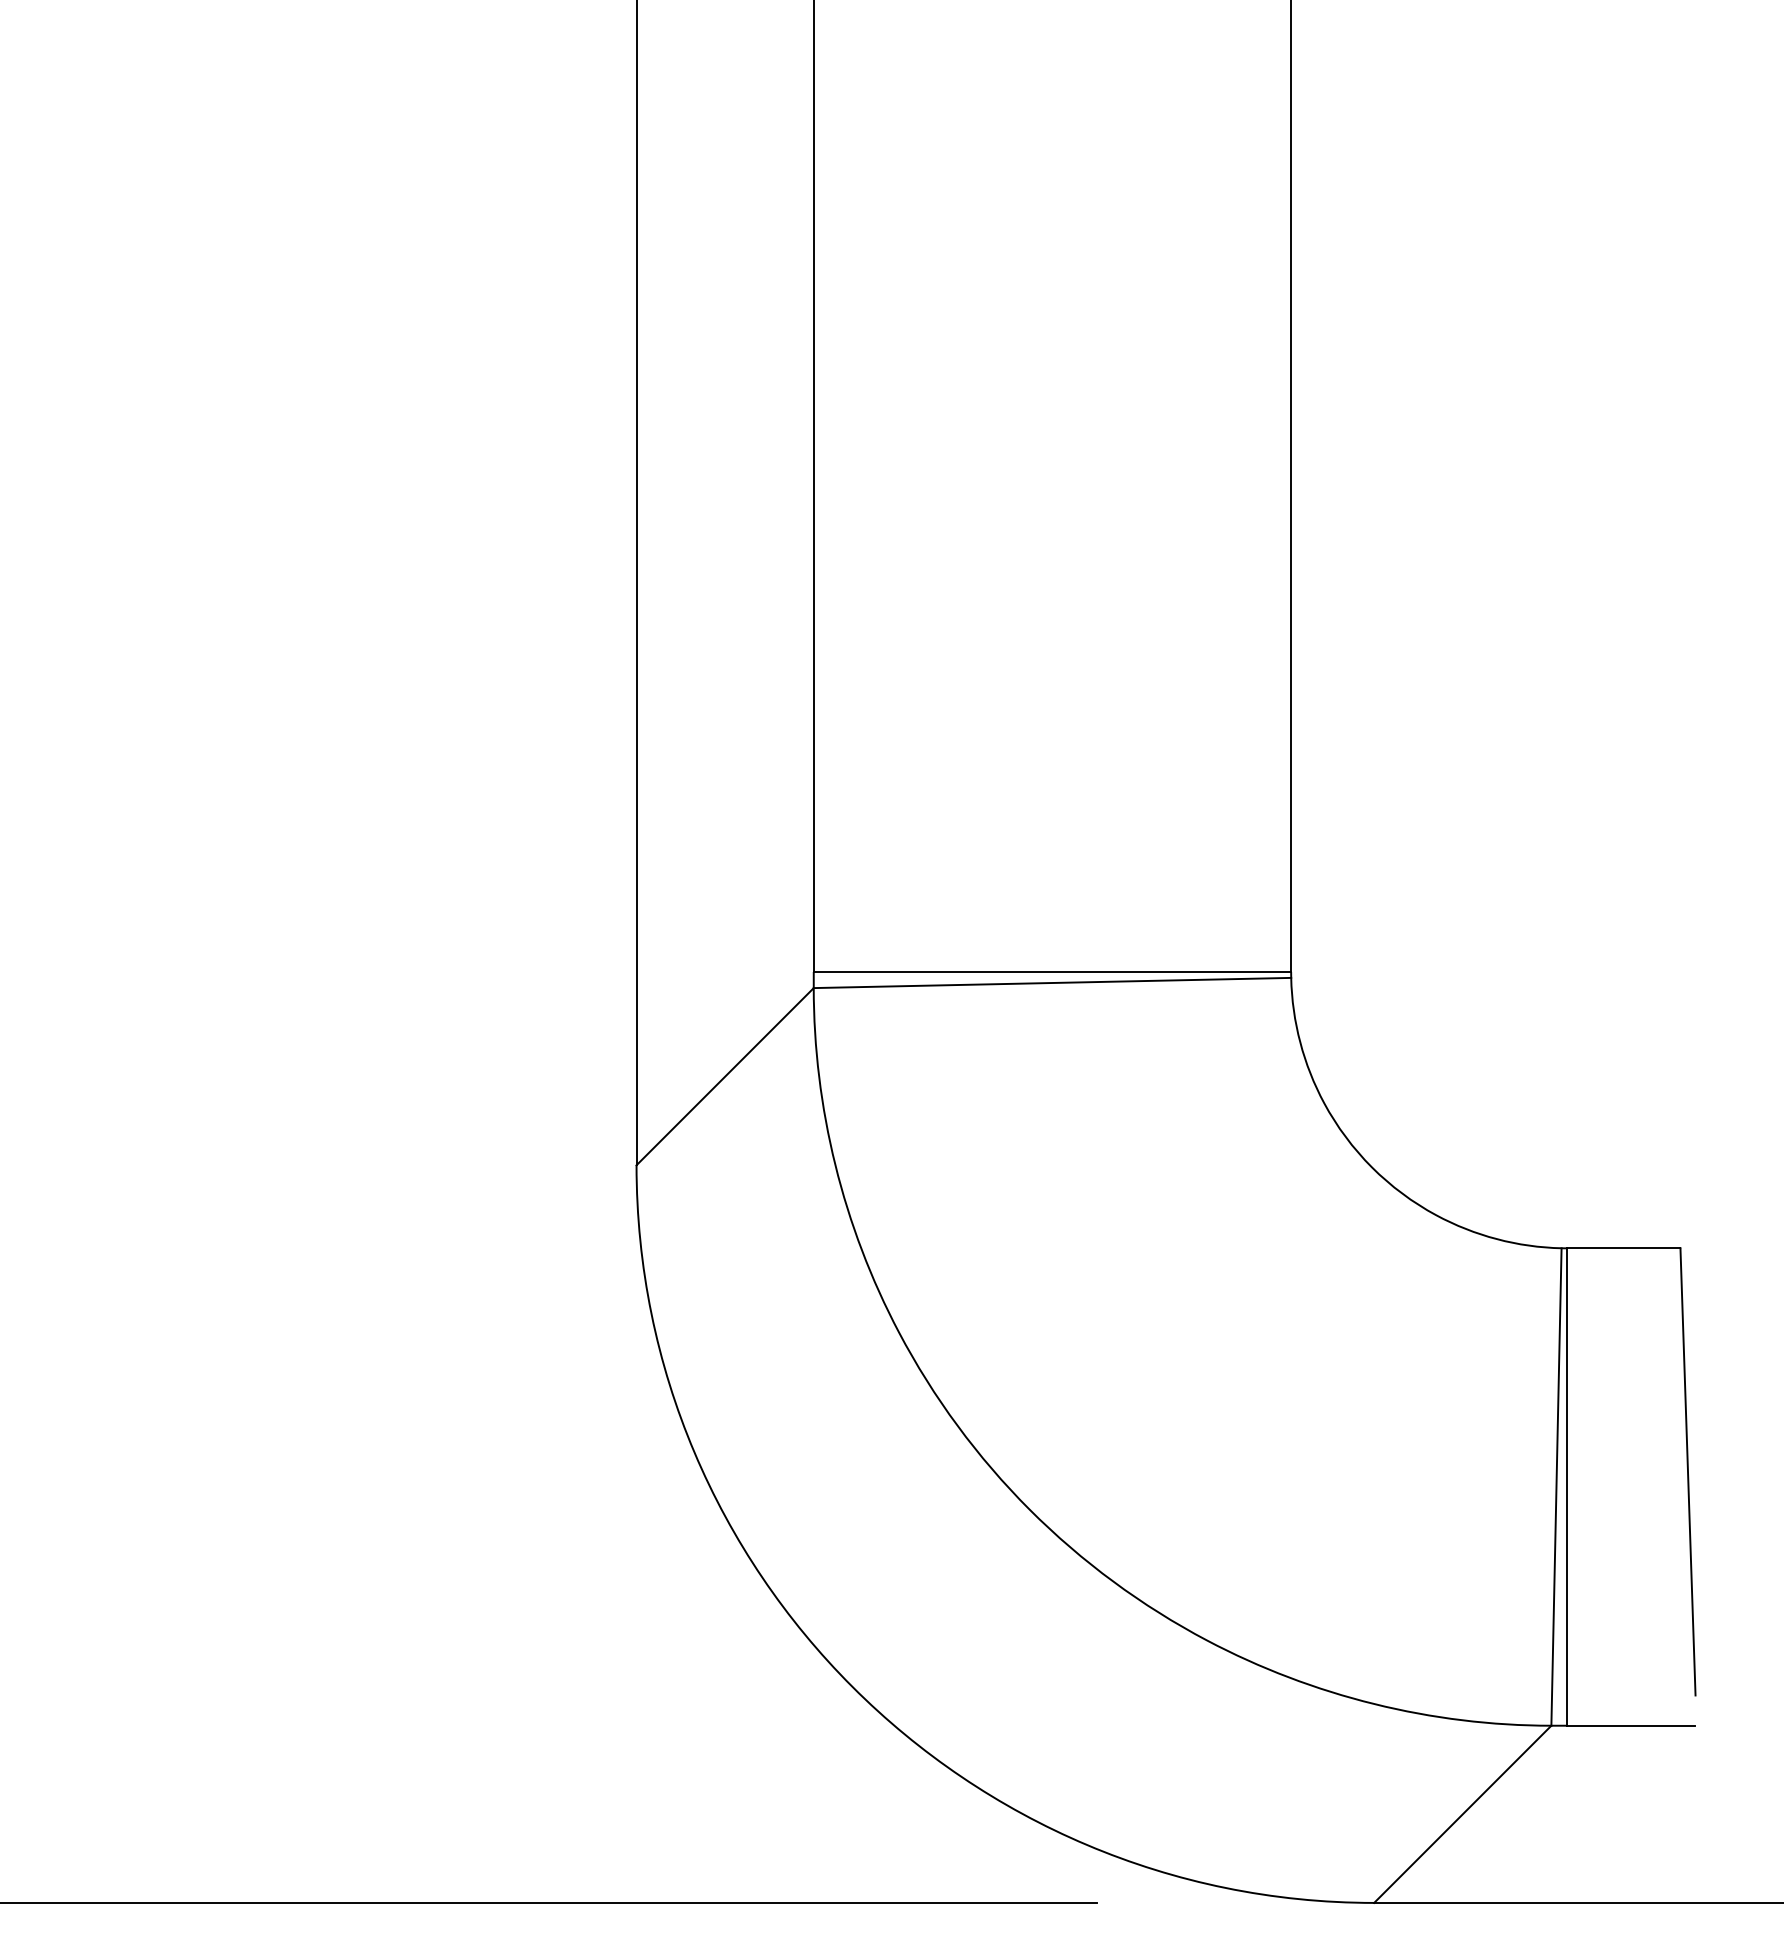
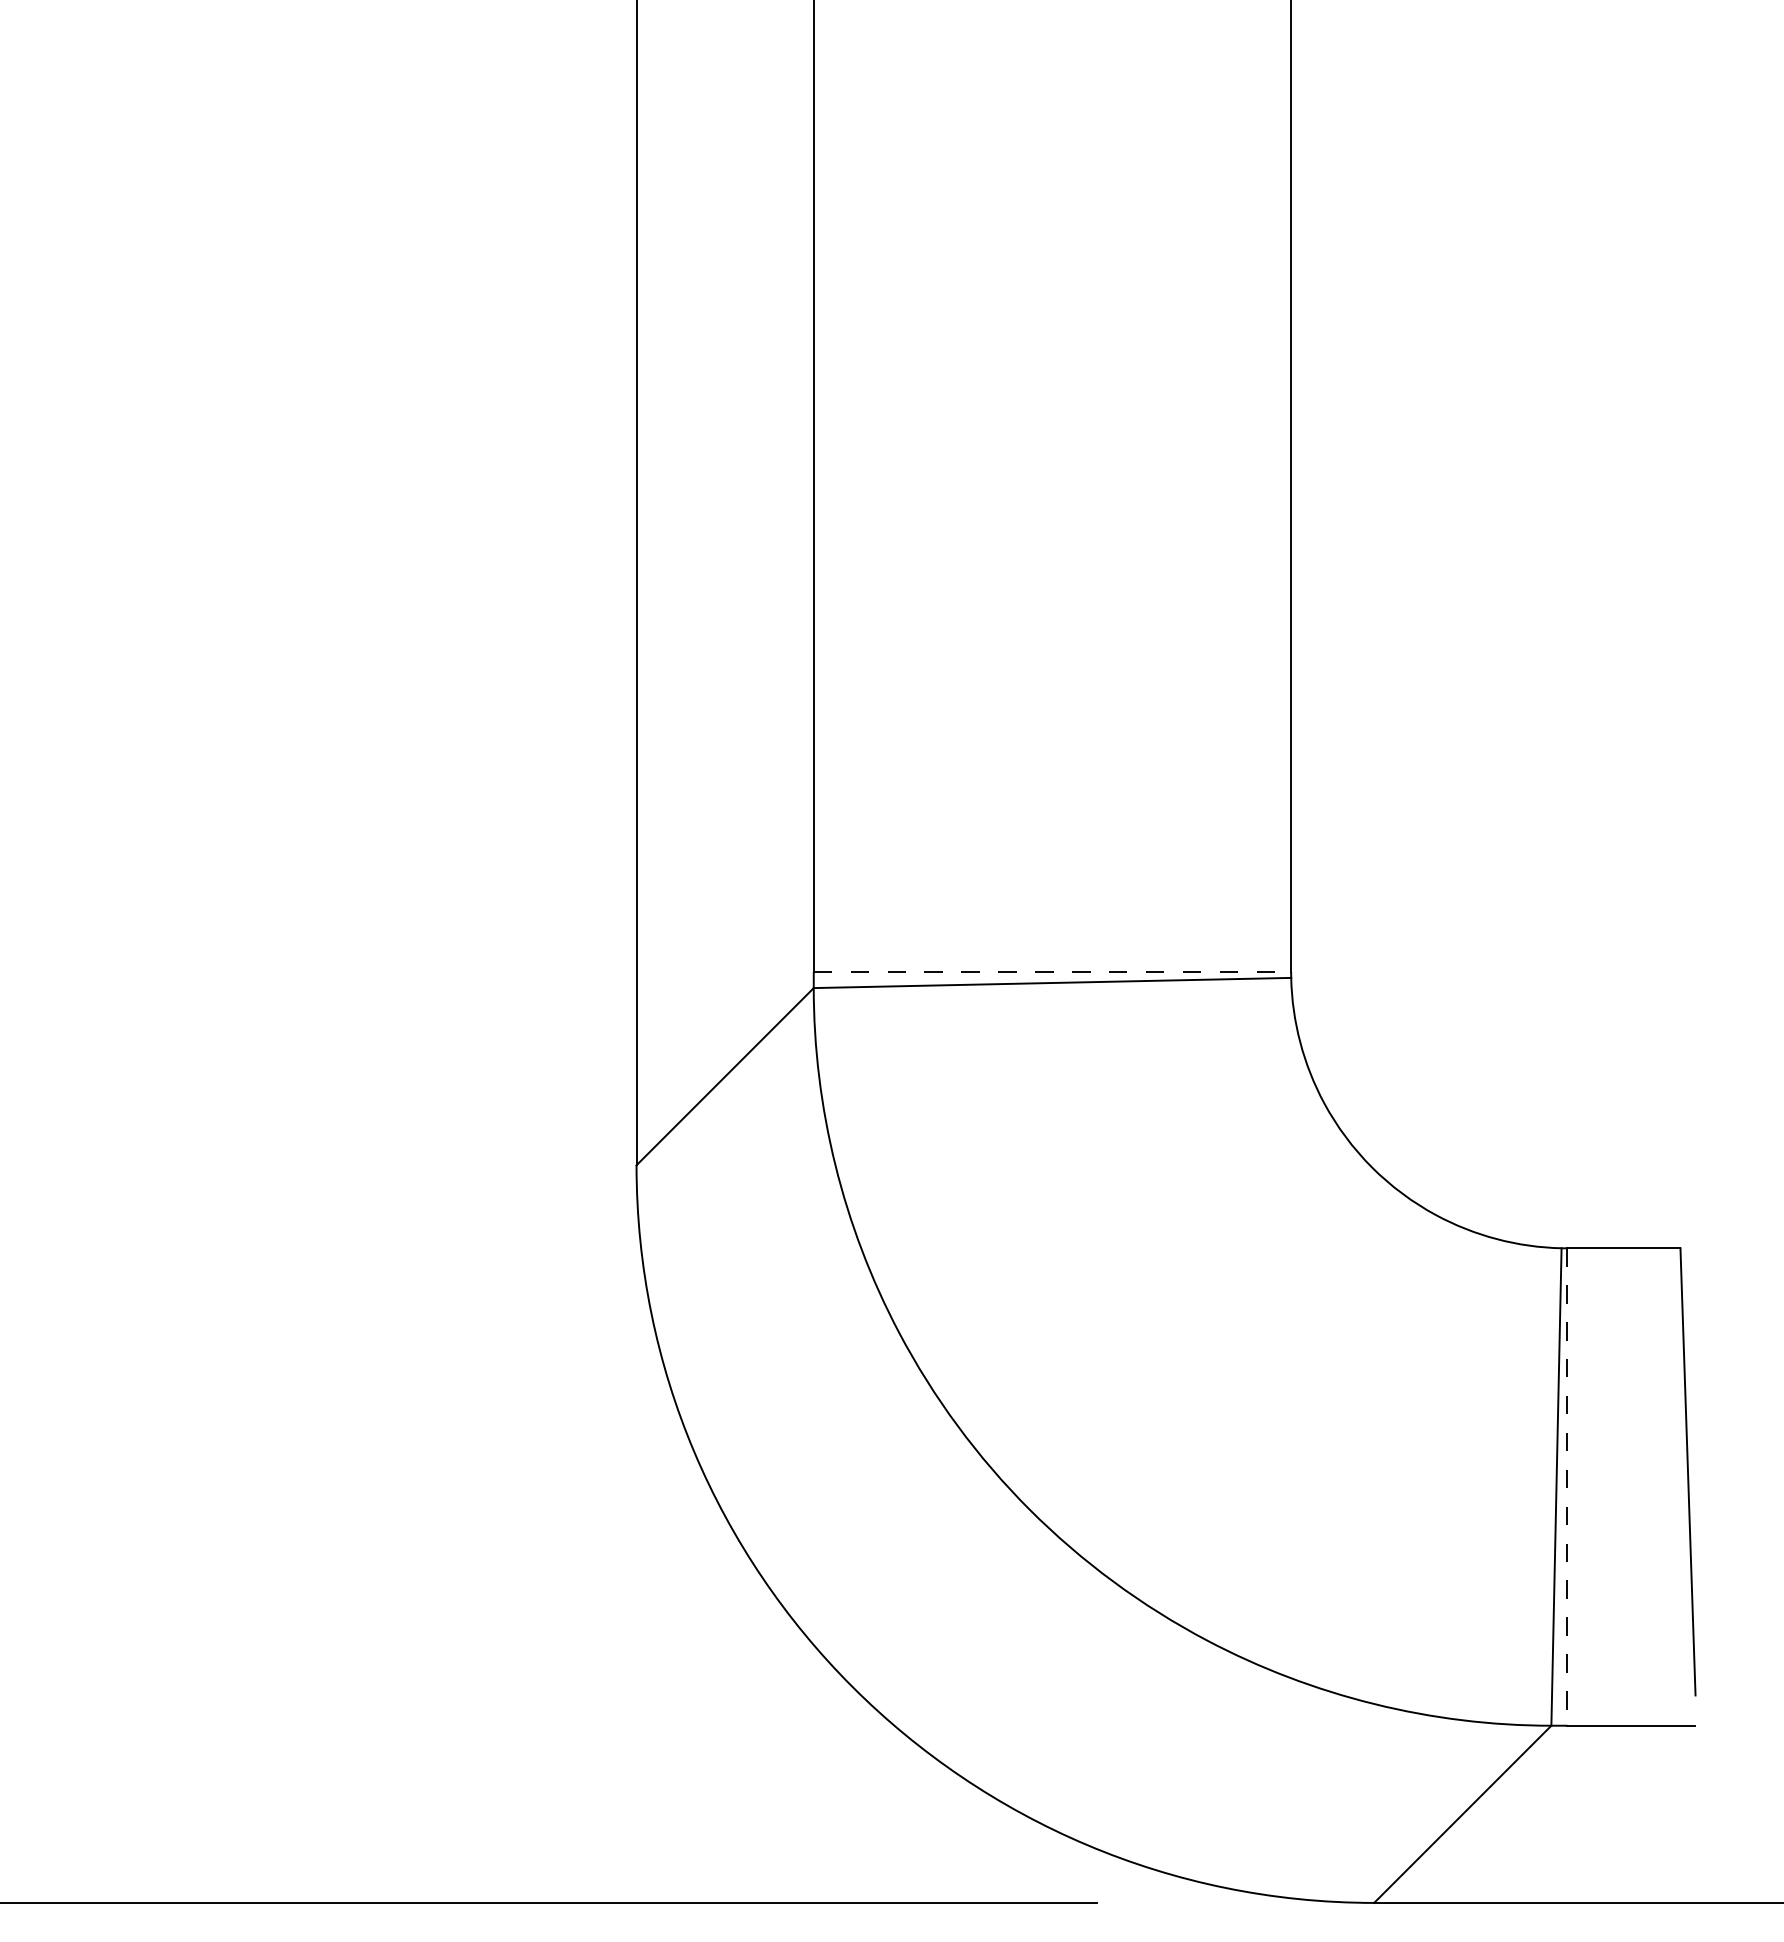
line at (1052, 972): solid -> dashed
line at (1567, 1487): solid -> dashed
